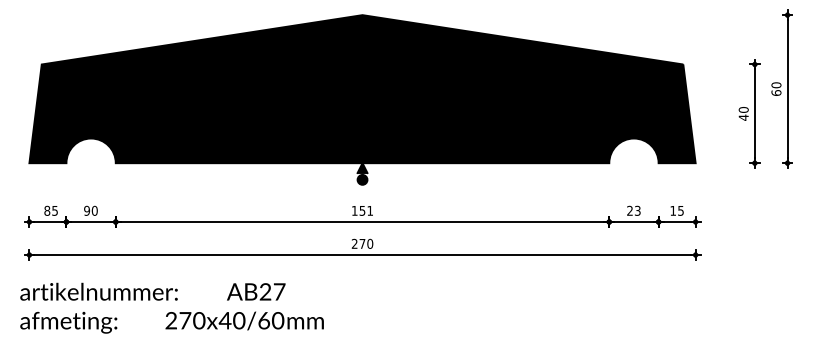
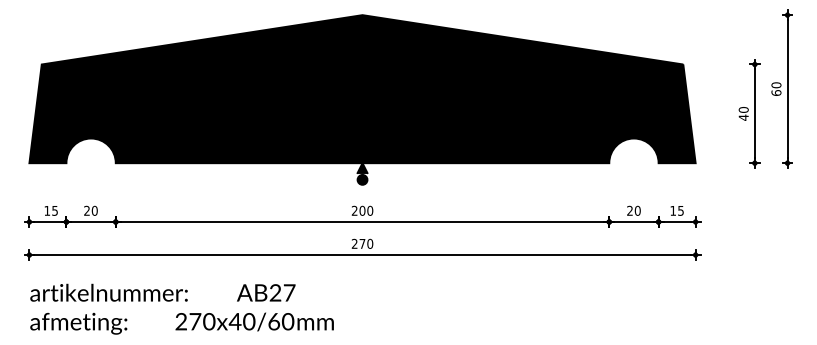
text at (47, 210): 85 -> 15
text at (87, 210): 90 -> 20
text at (362, 210): 151 -> 200
text at (637, 210): 23 -> 20
text at (171, 307) position: (171, 307) -> (181, 308)
